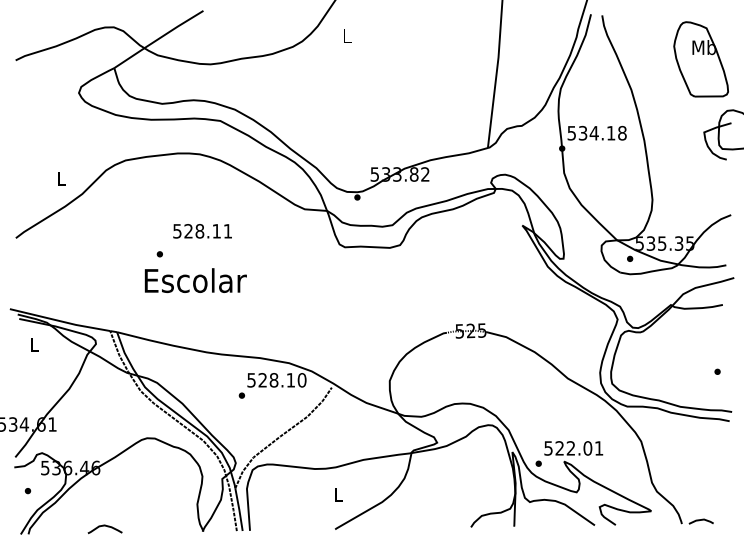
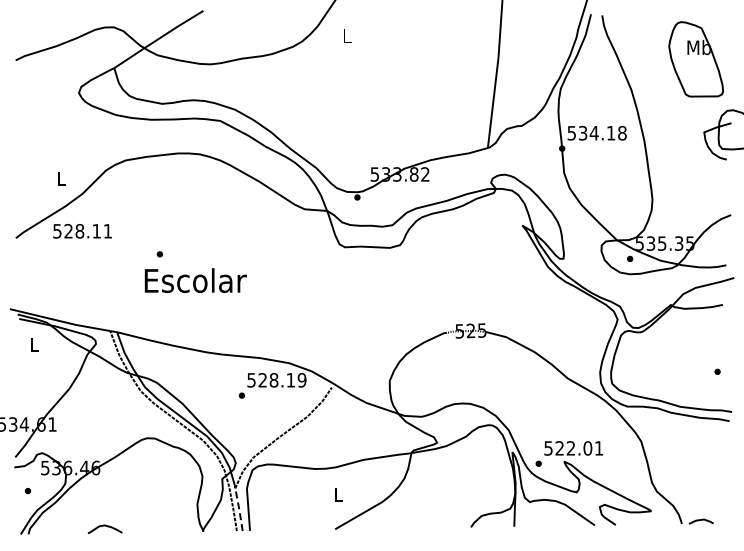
part at (700, 59) position: (700, 59) -> (695, 59)
text at (202, 231) position: (202, 231) -> (82, 231)
text at (301, 380): 528.10 -> 528.19
line at (239, 509): solid -> dashed
